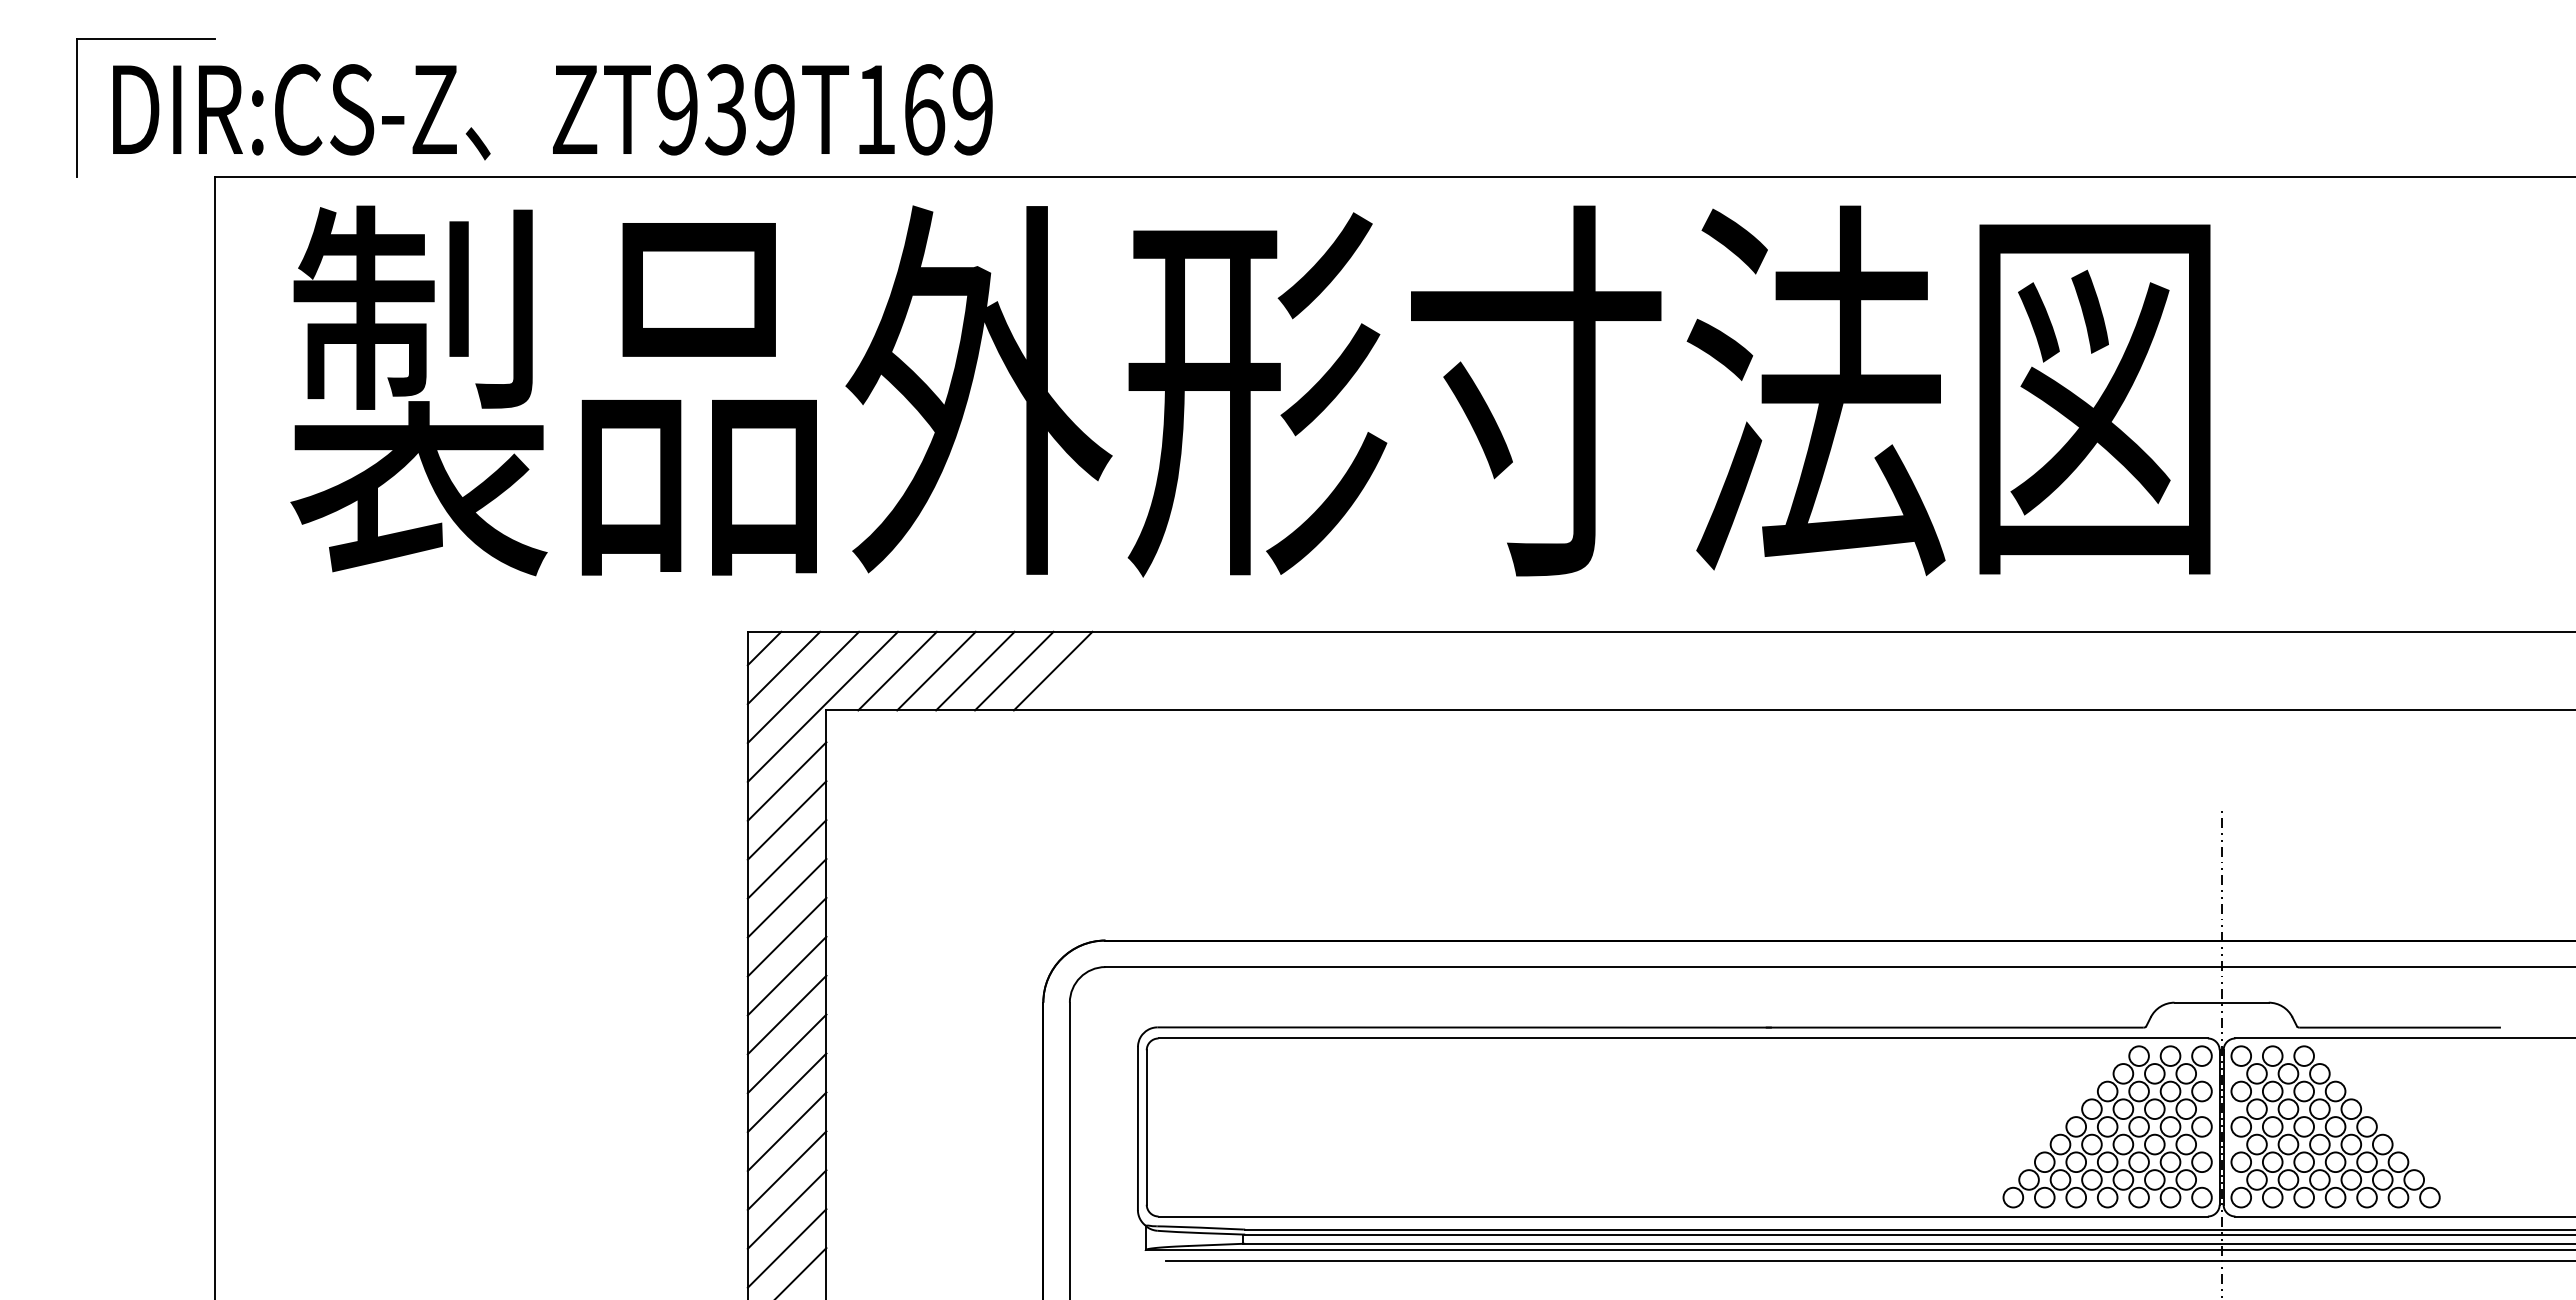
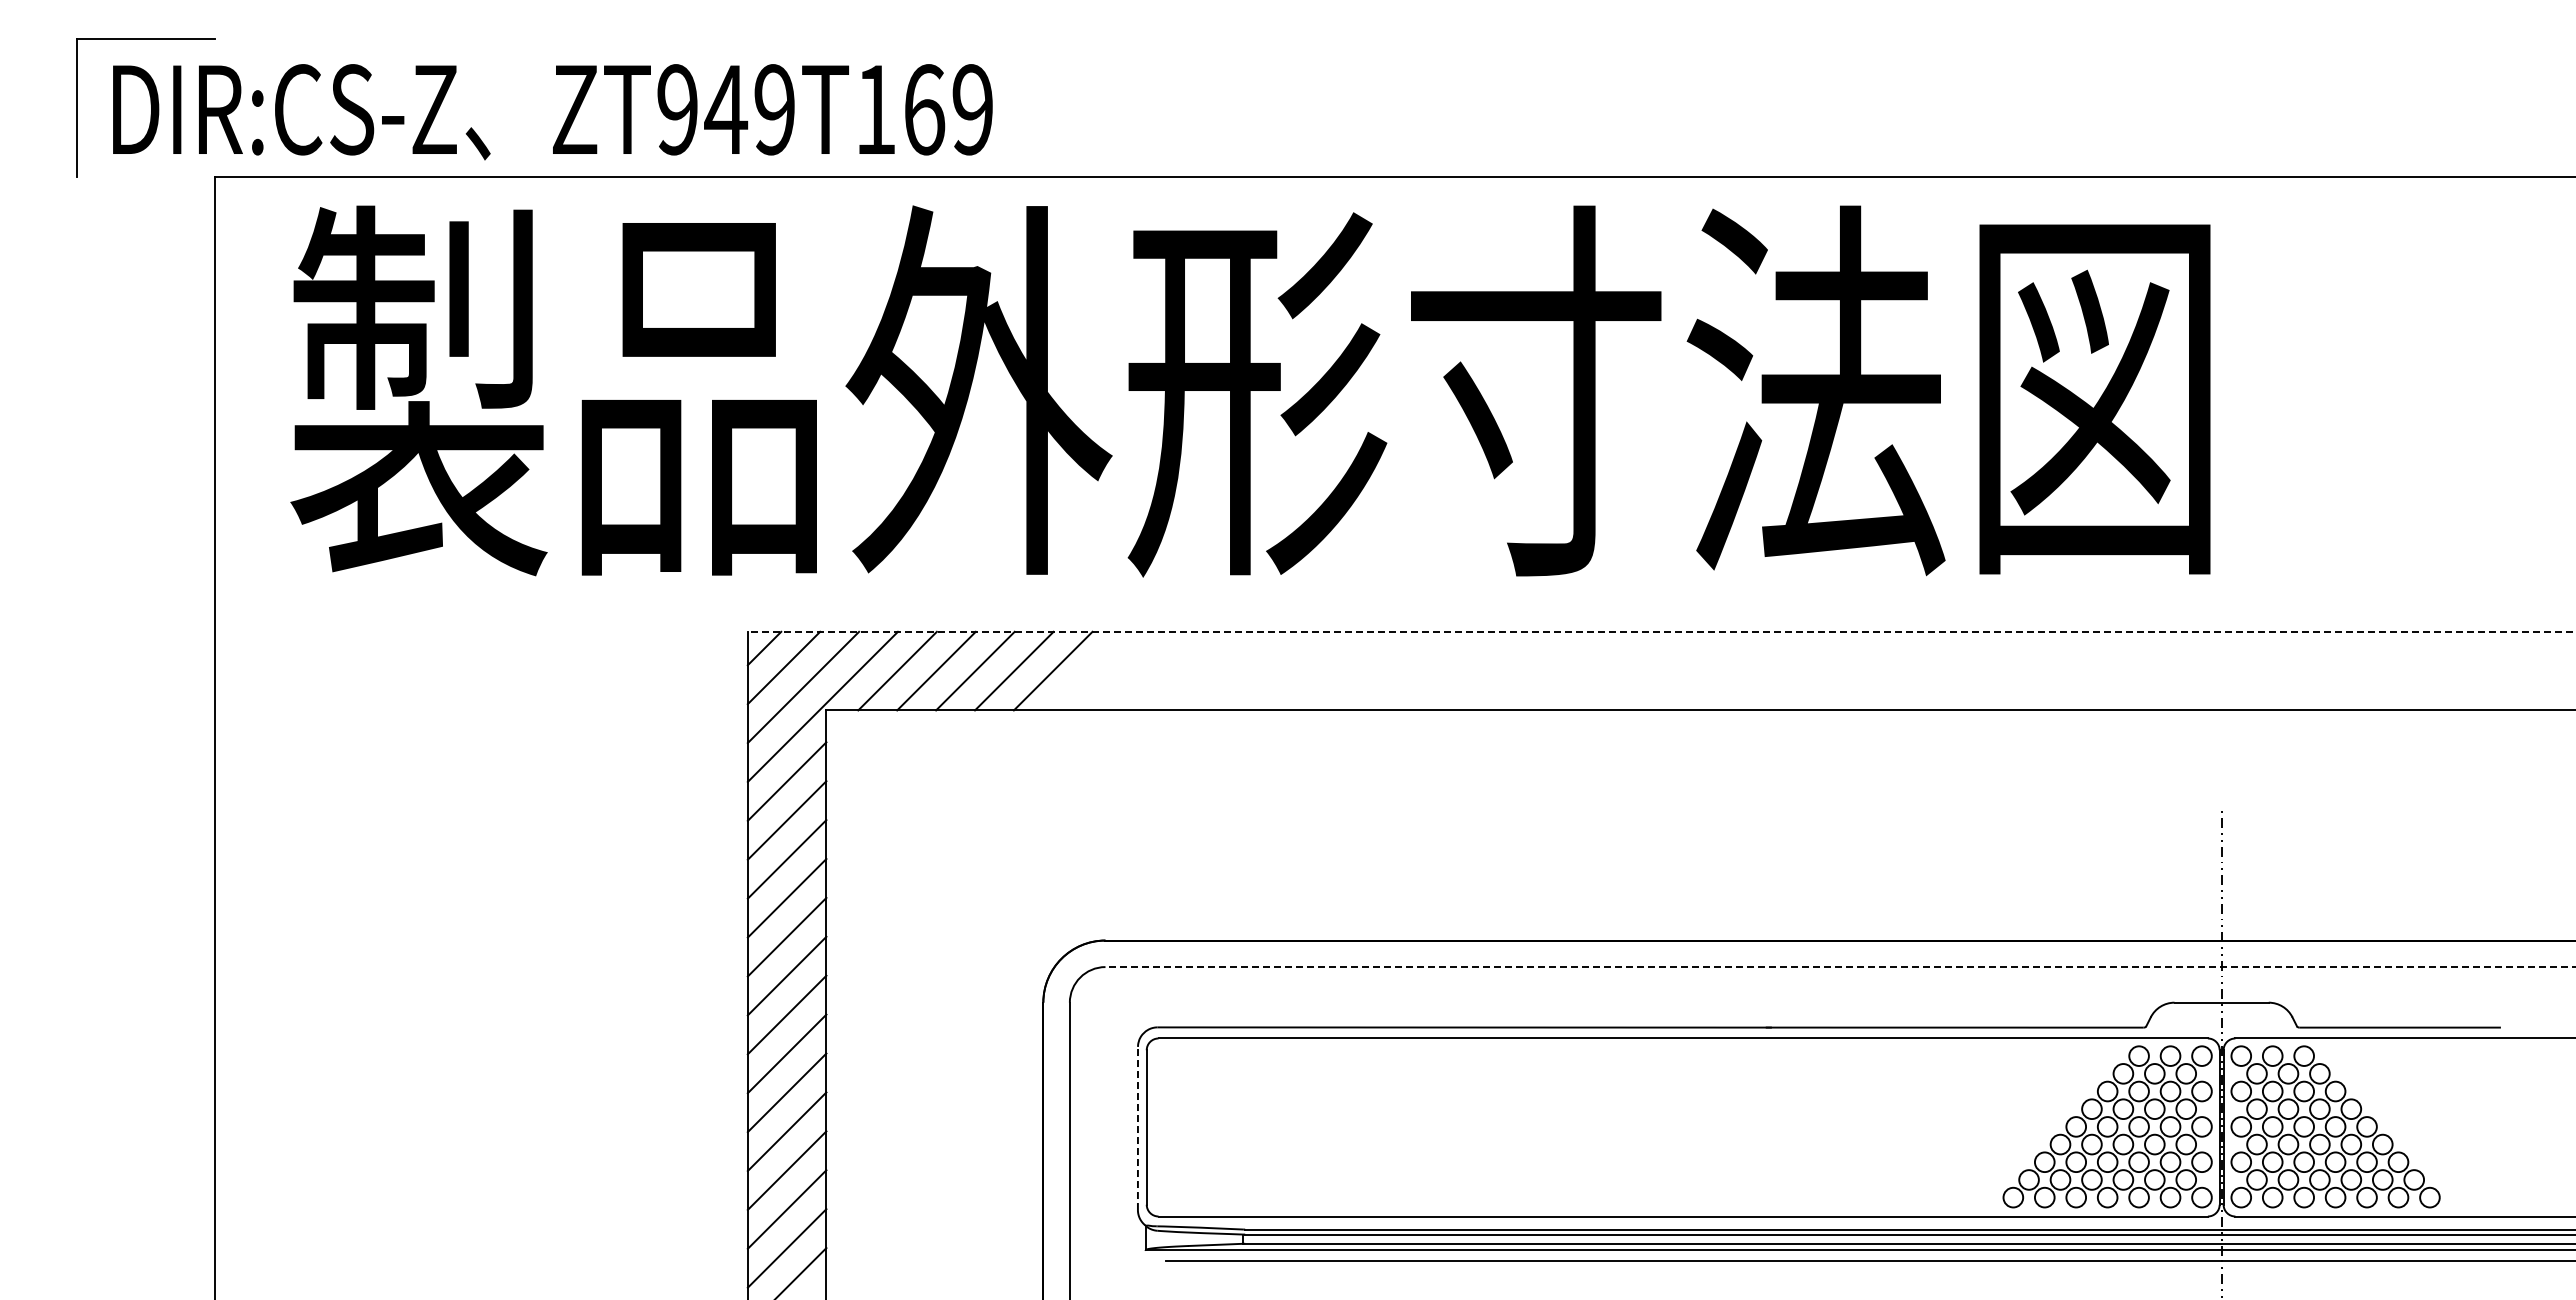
text at (726, 109): ZT939T169 -> ZT949T169
line at (1661, 631): solid -> dashed
line at (1840, 967): solid -> dashed
line at (1137, 1128): solid -> dashed
